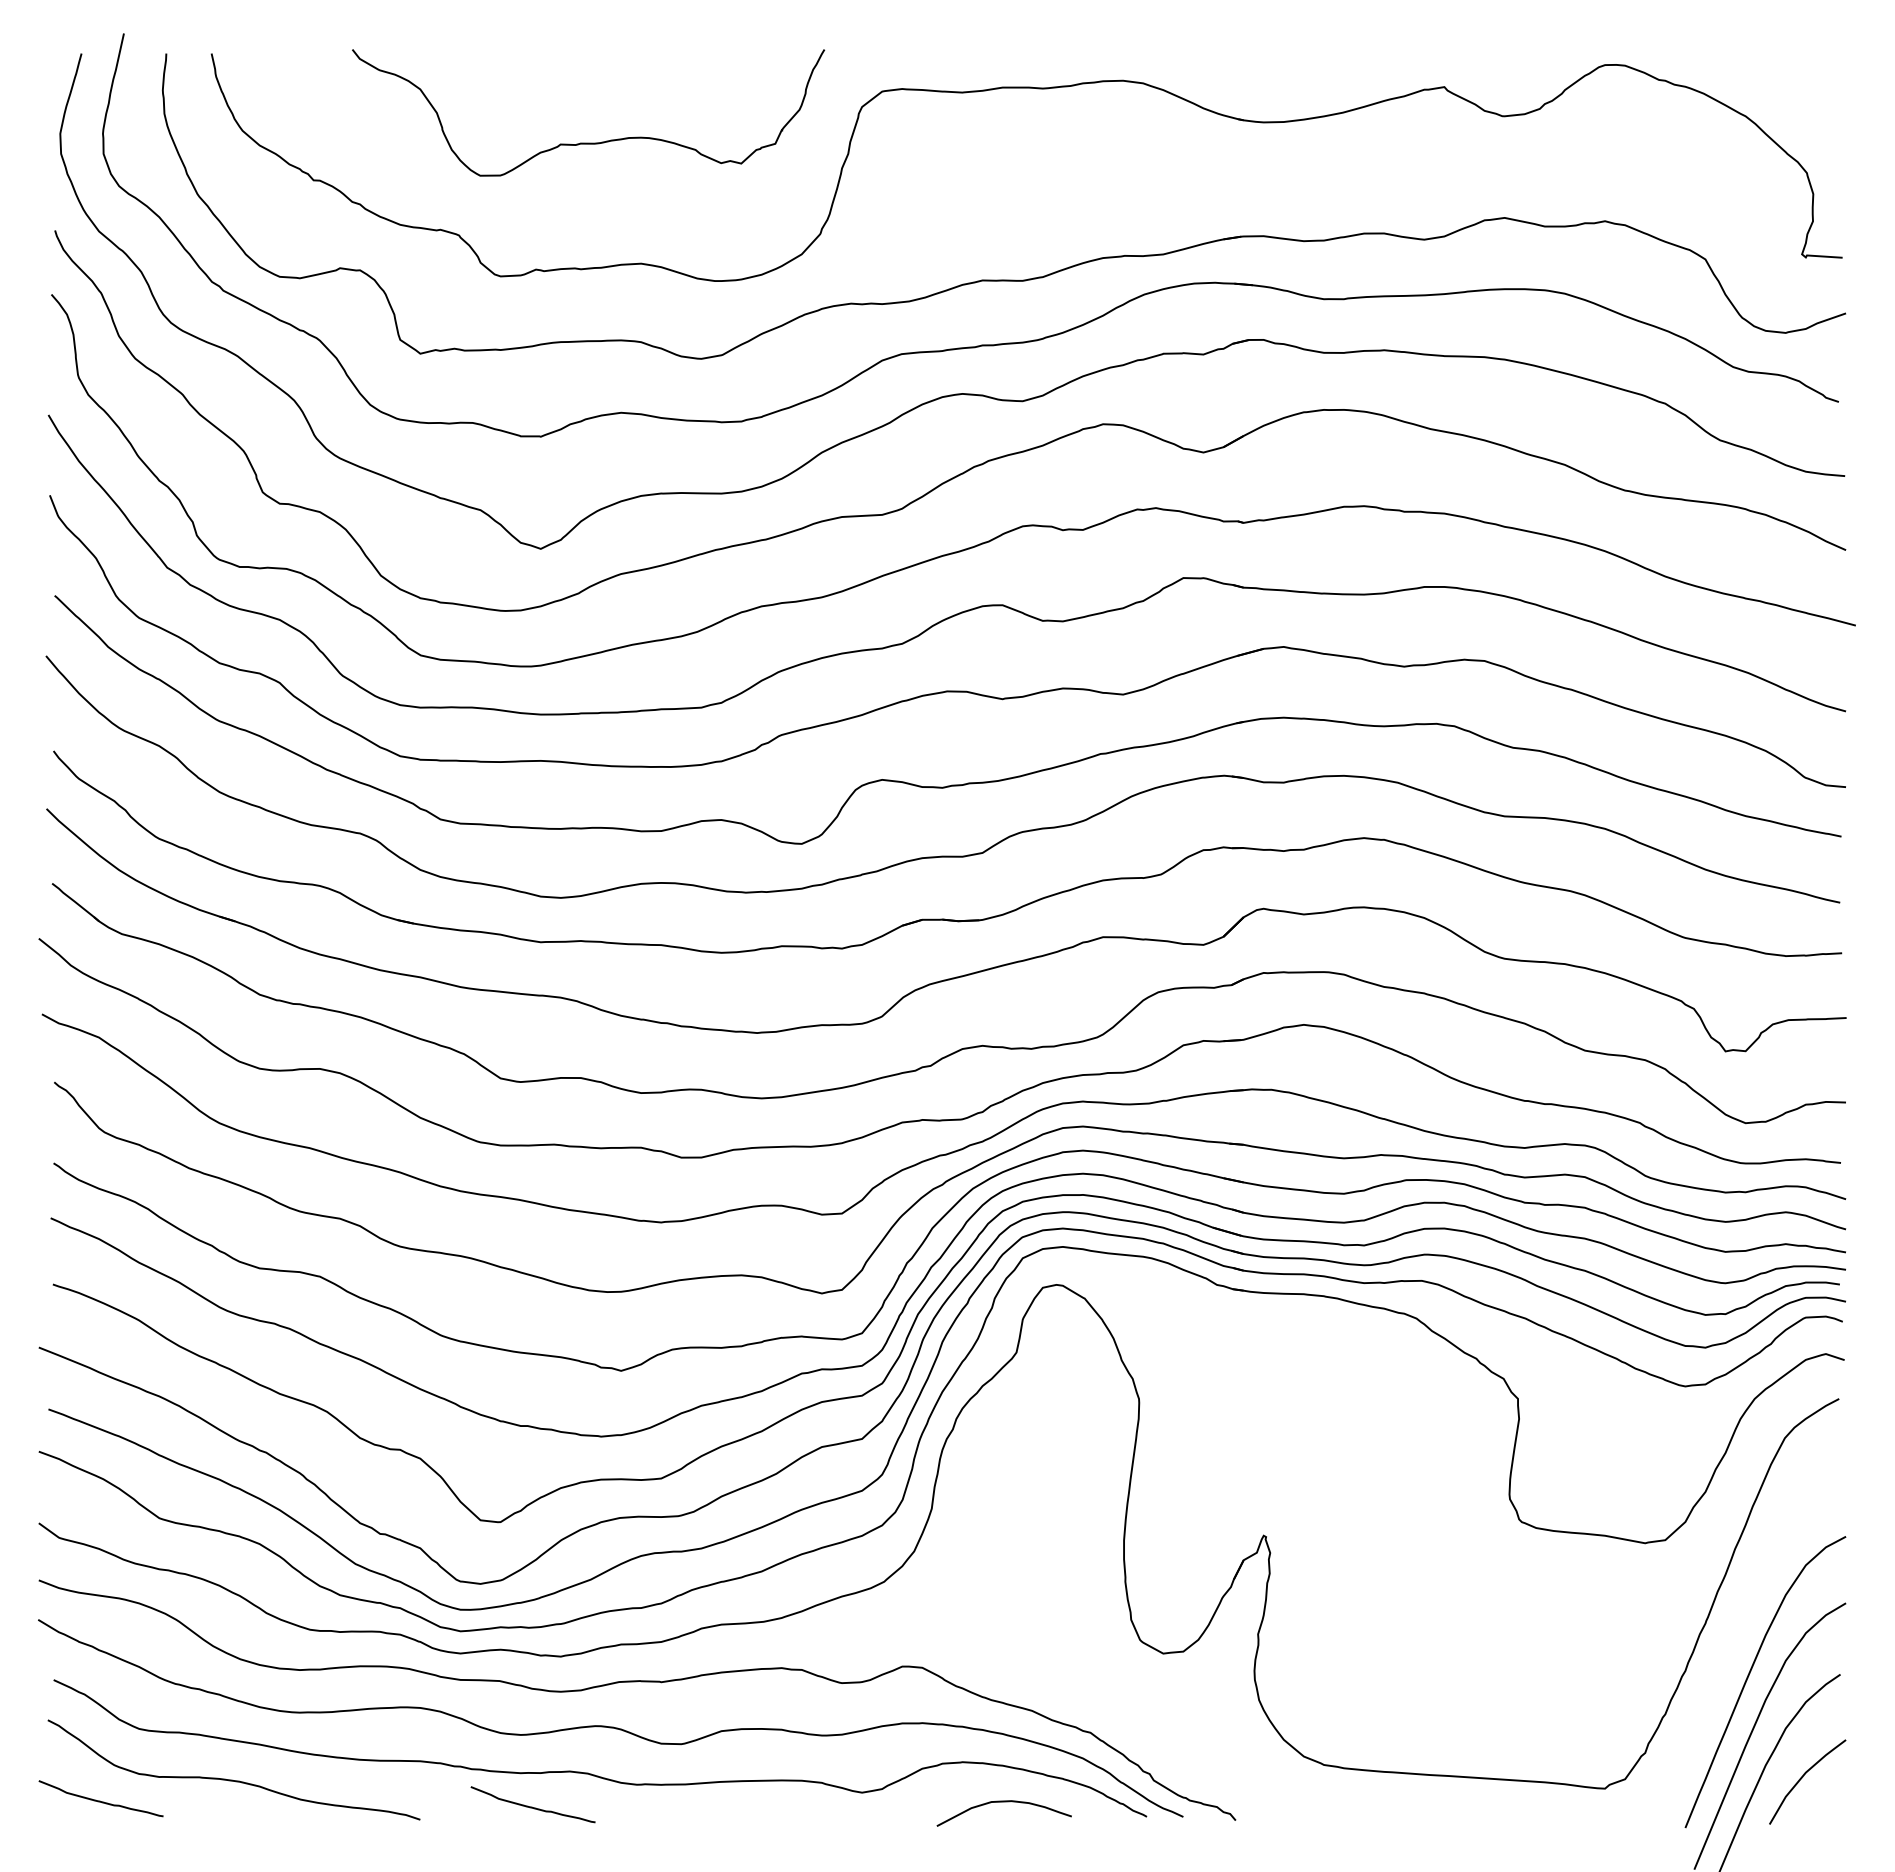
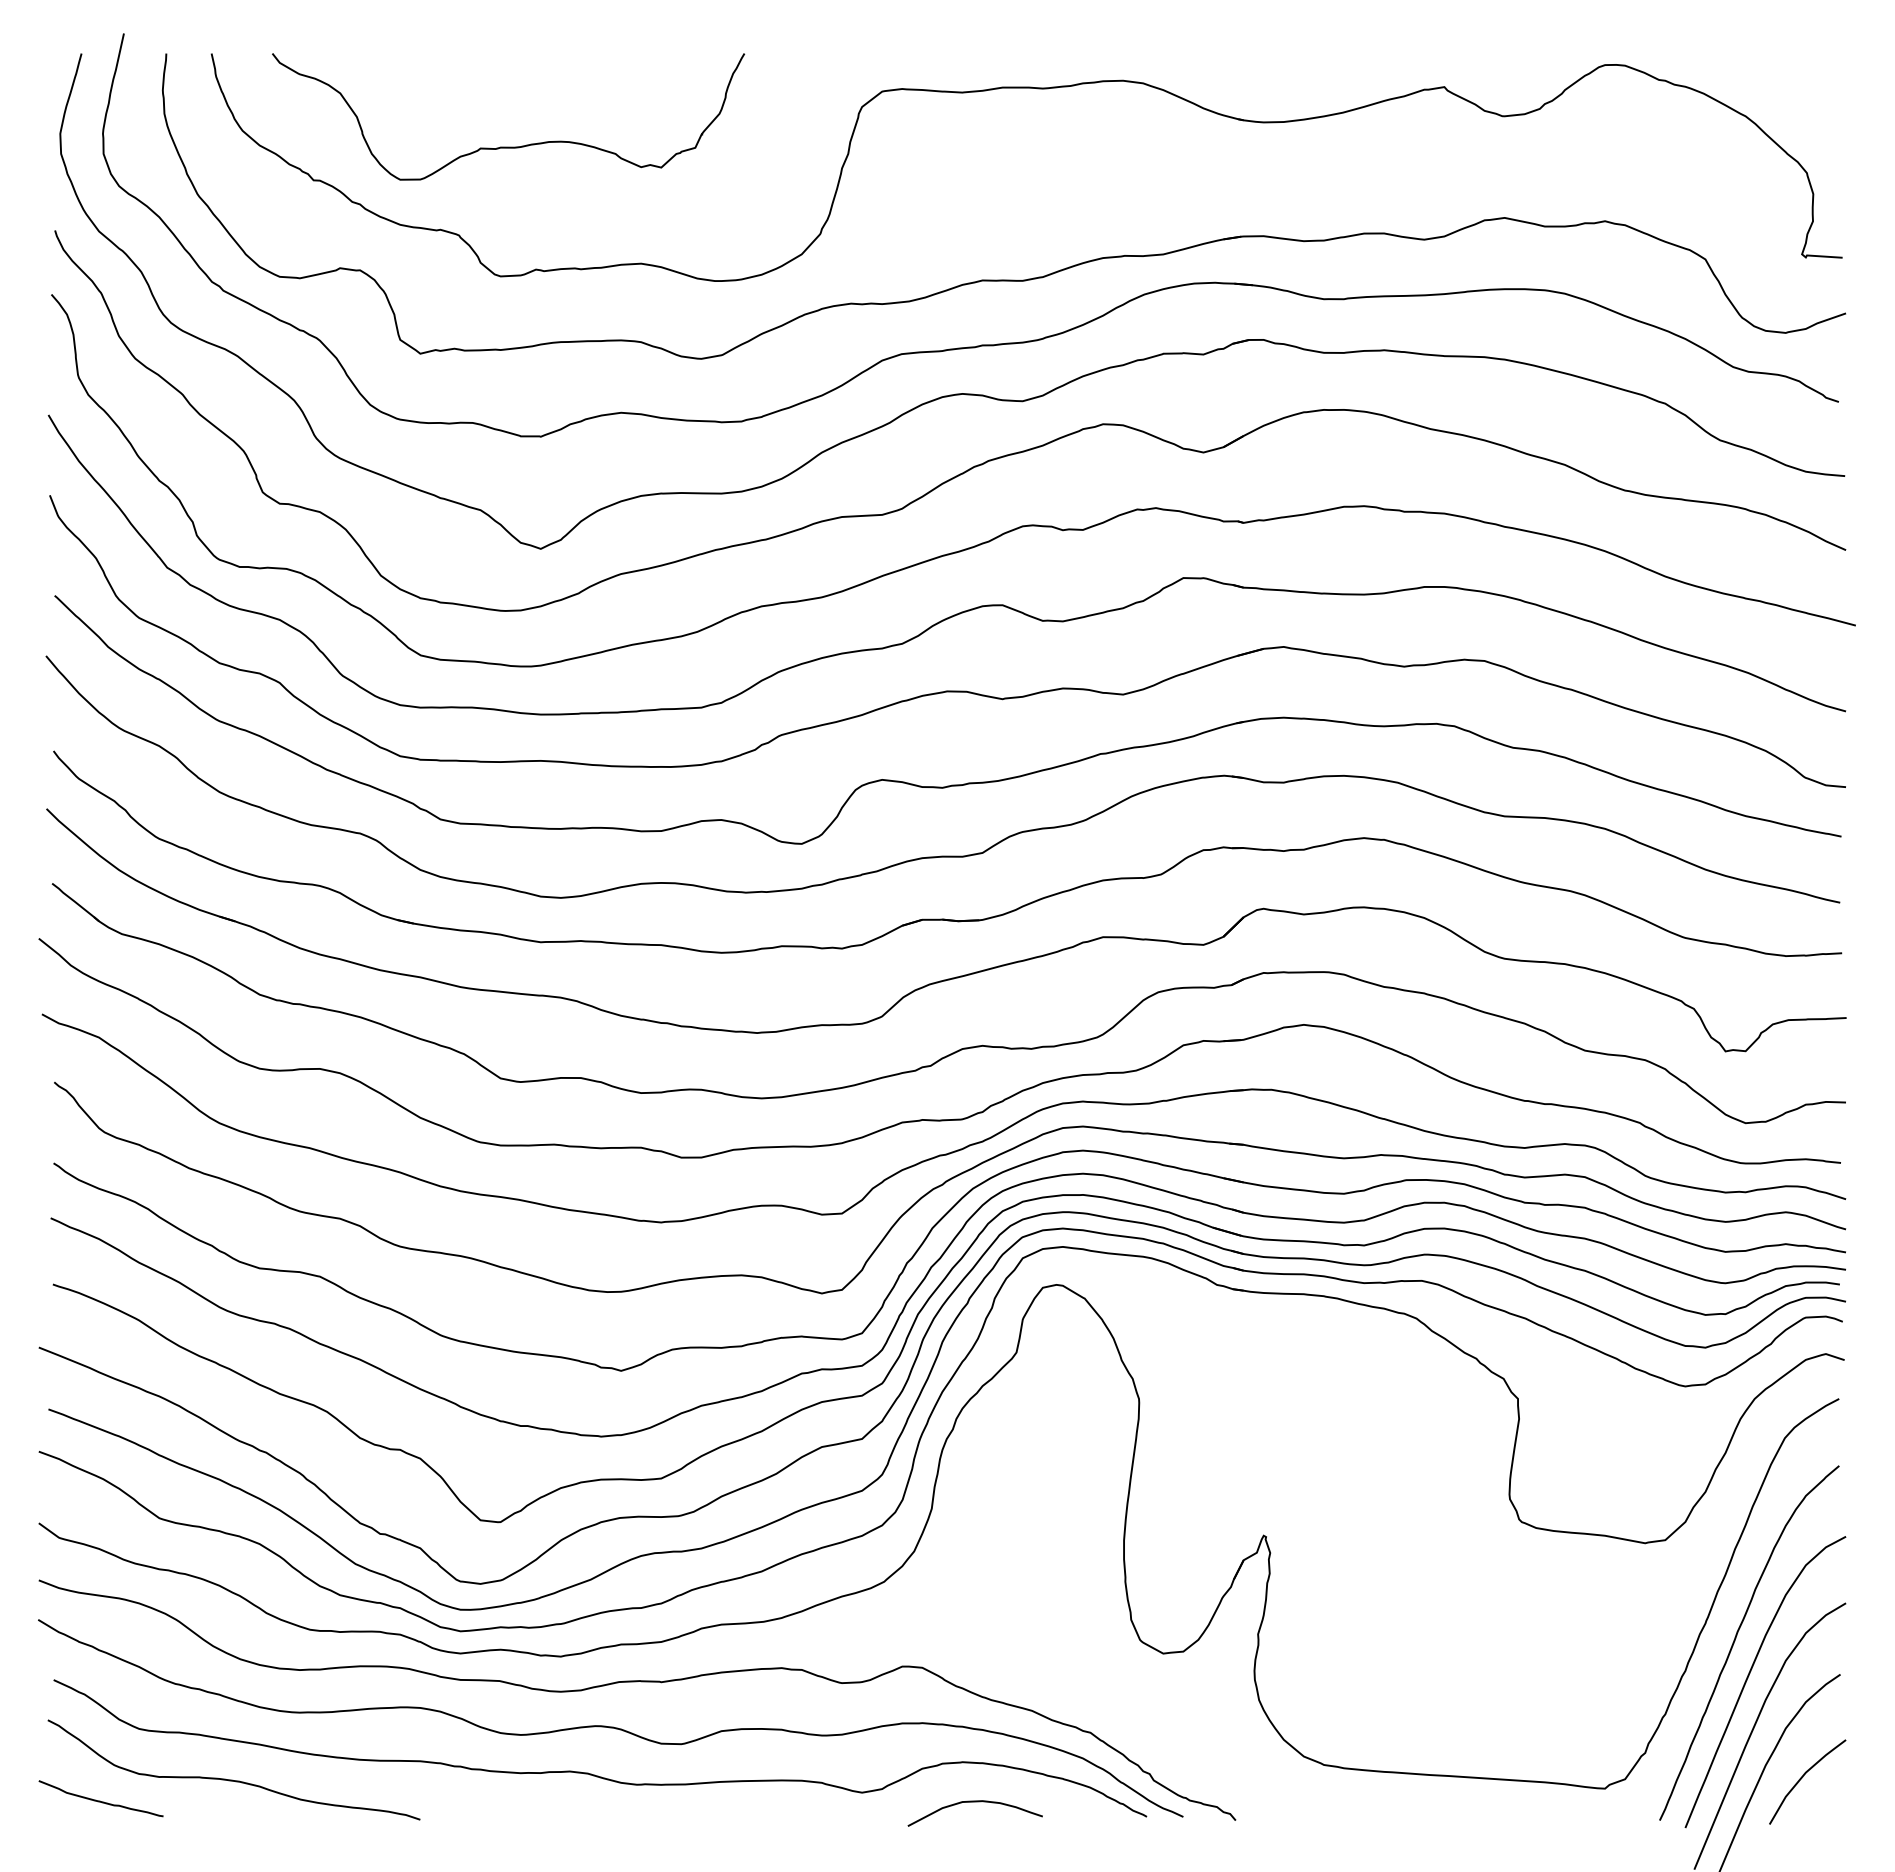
curve at (588, 142) position: (588, 142) -> (508, 146)
curve at (1736, 1638): none -> present
curve at (1003, 1802) position: (1003, 1802) -> (974, 1802)
curve at (532, 1806): present -> none
